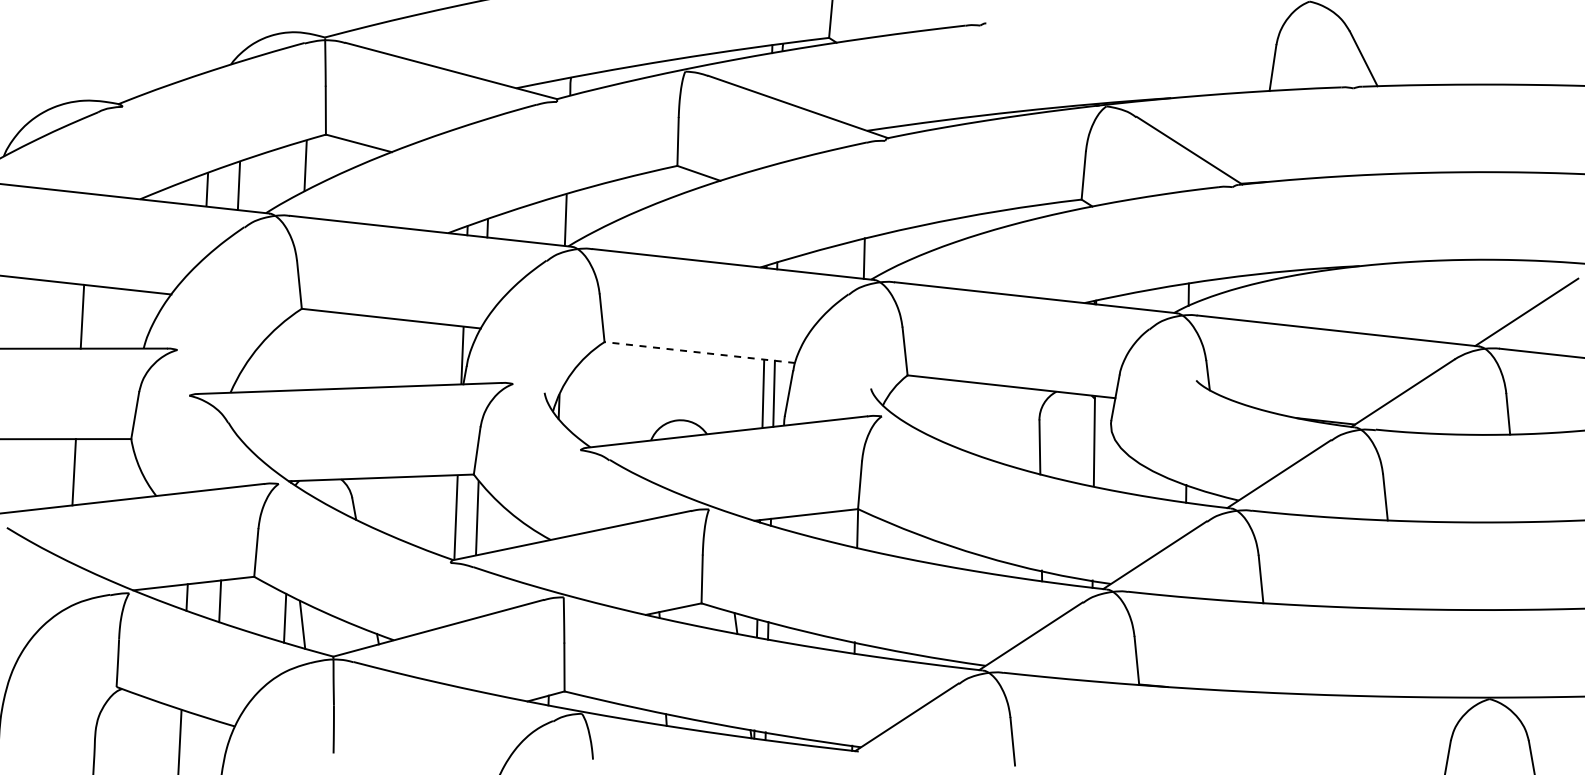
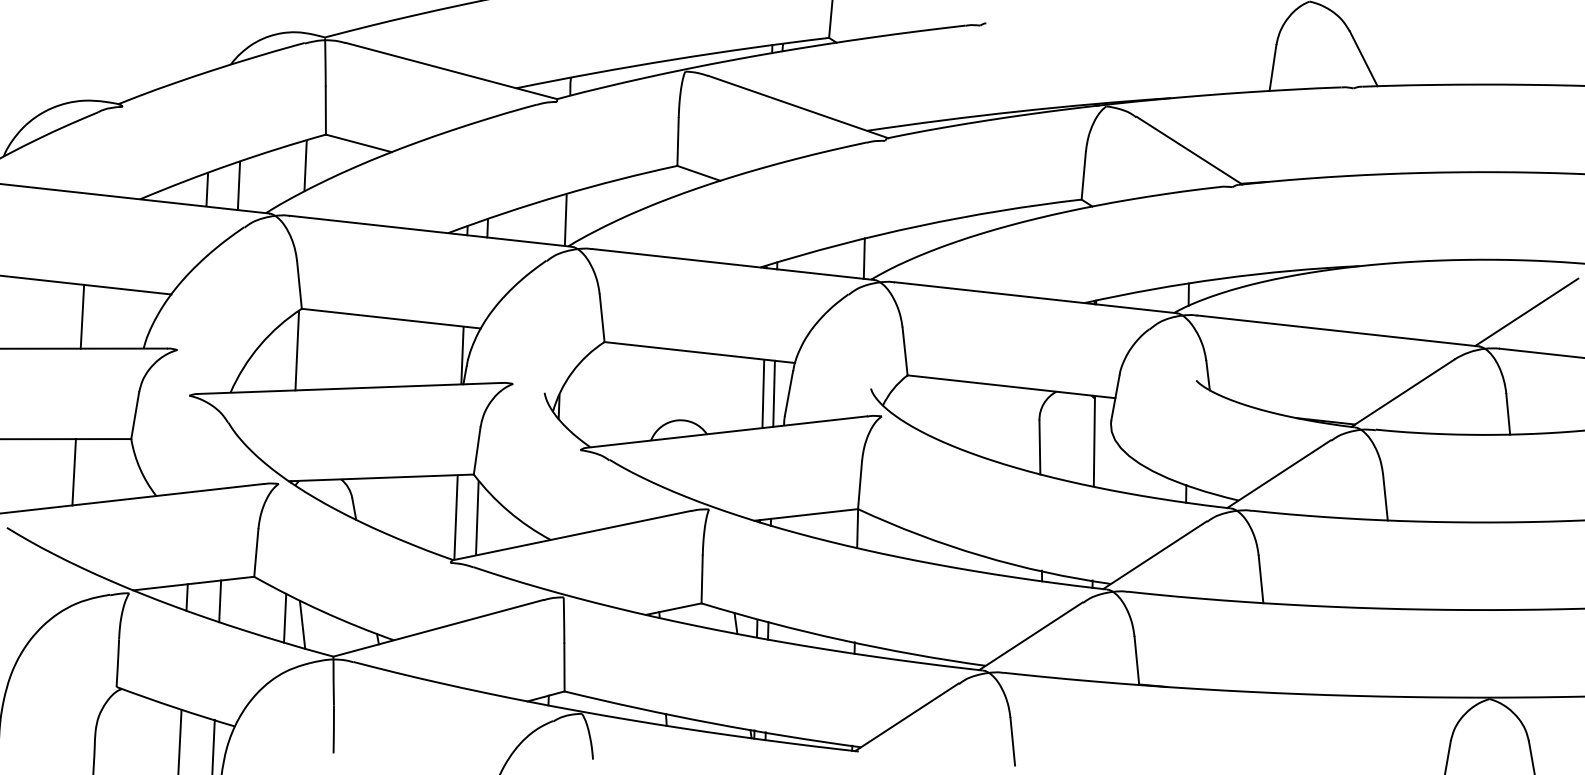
line at (297, 350): none -> present
line at (699, 352): dashed -> solid
line at (213, 745): none -> present
